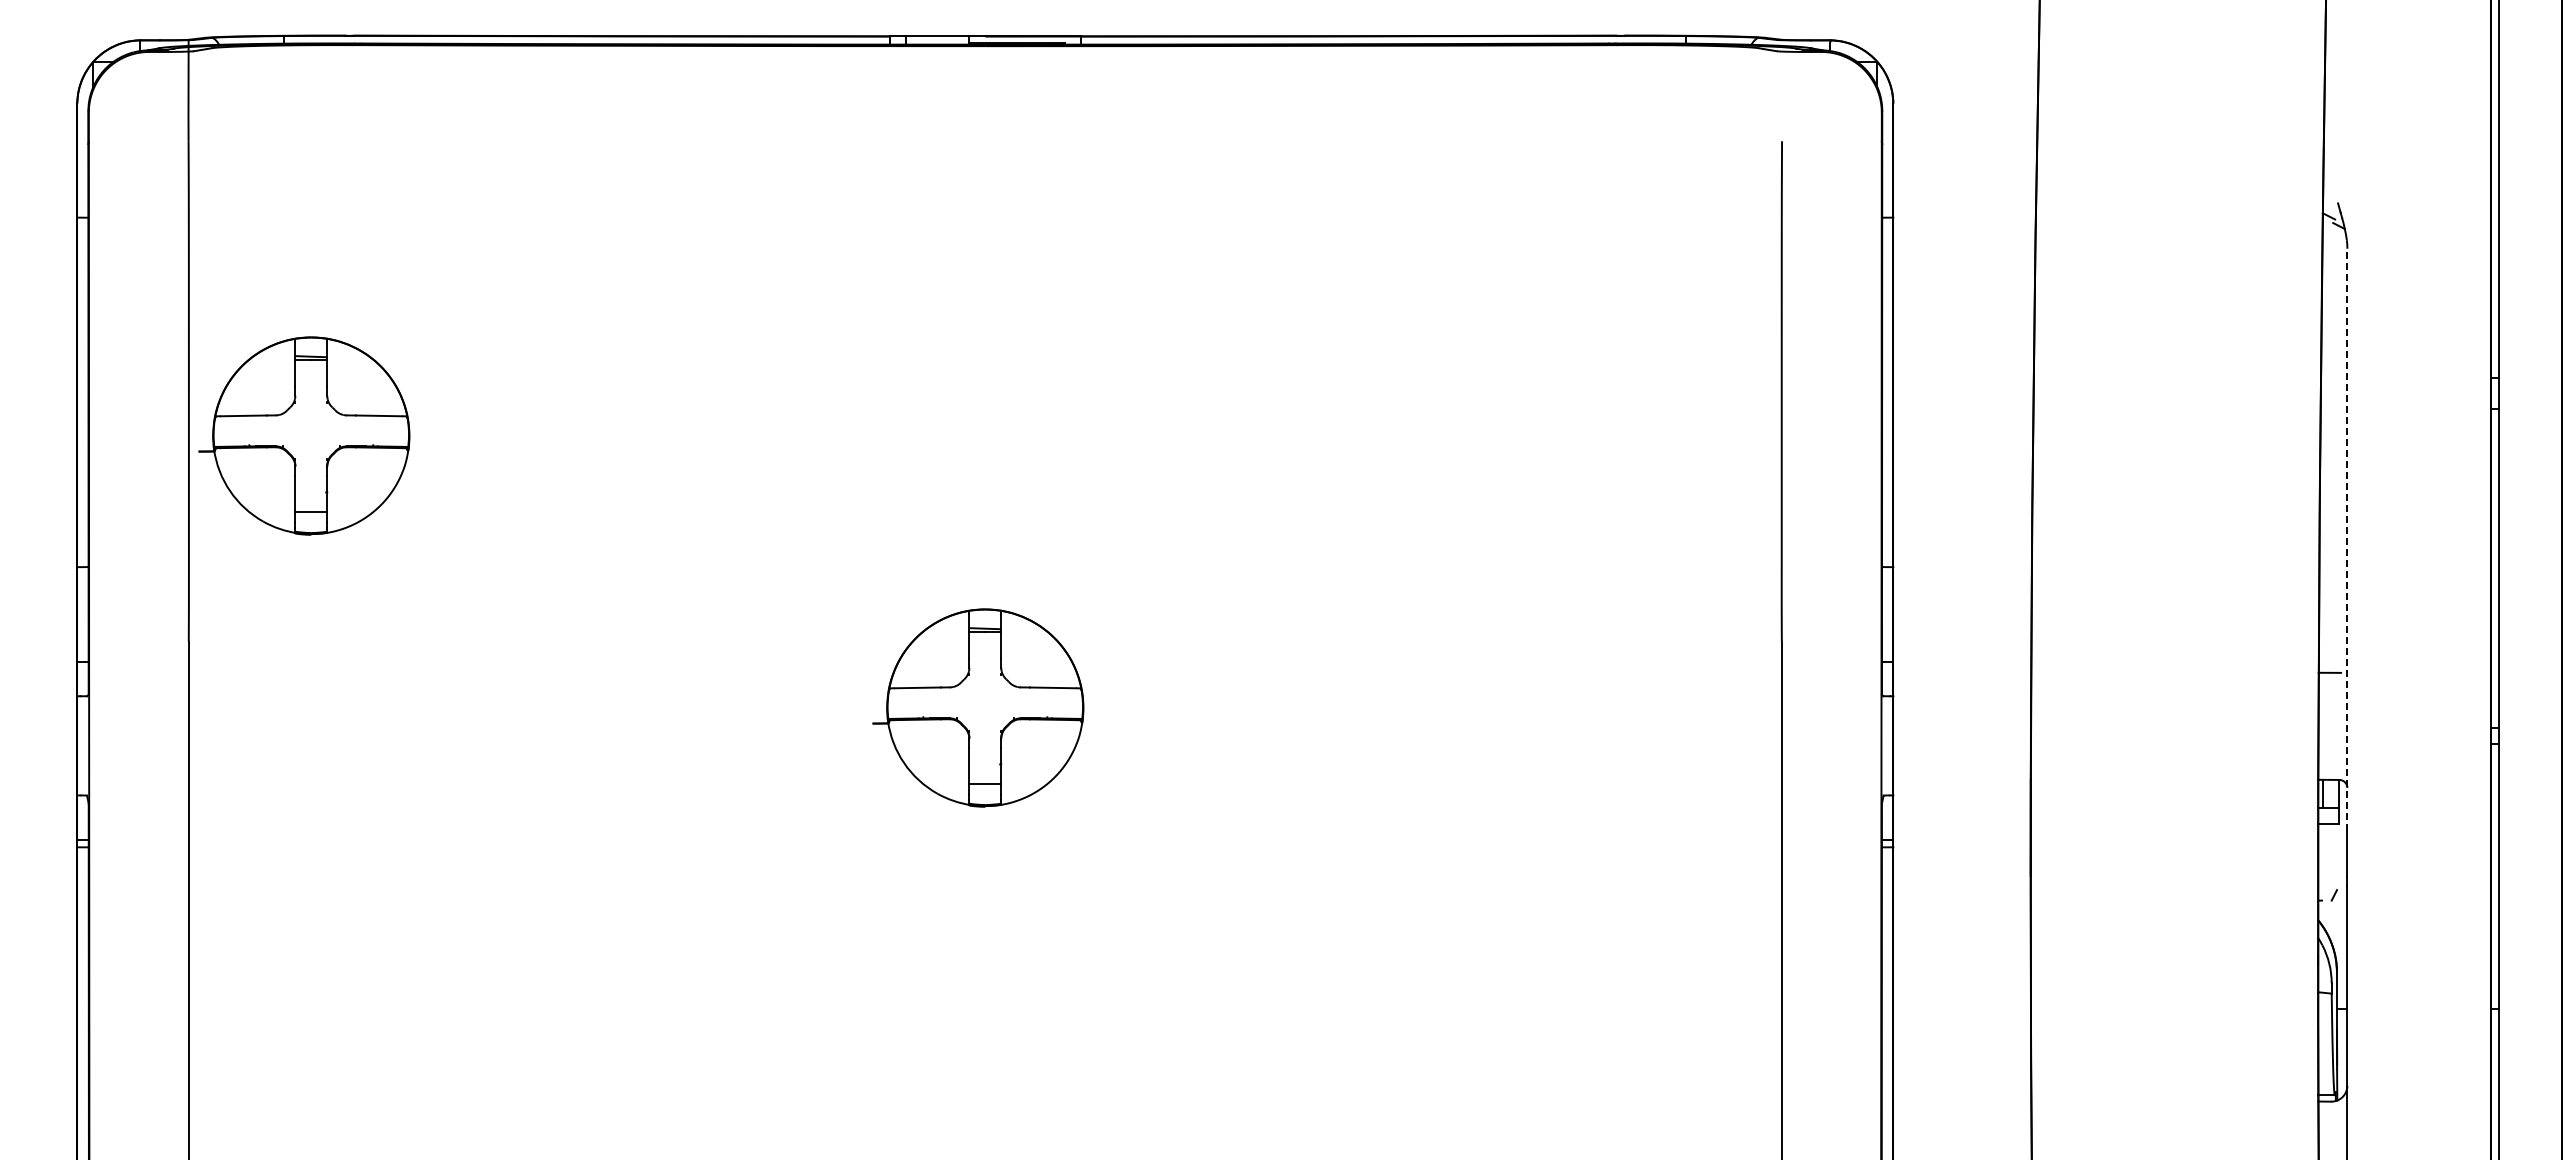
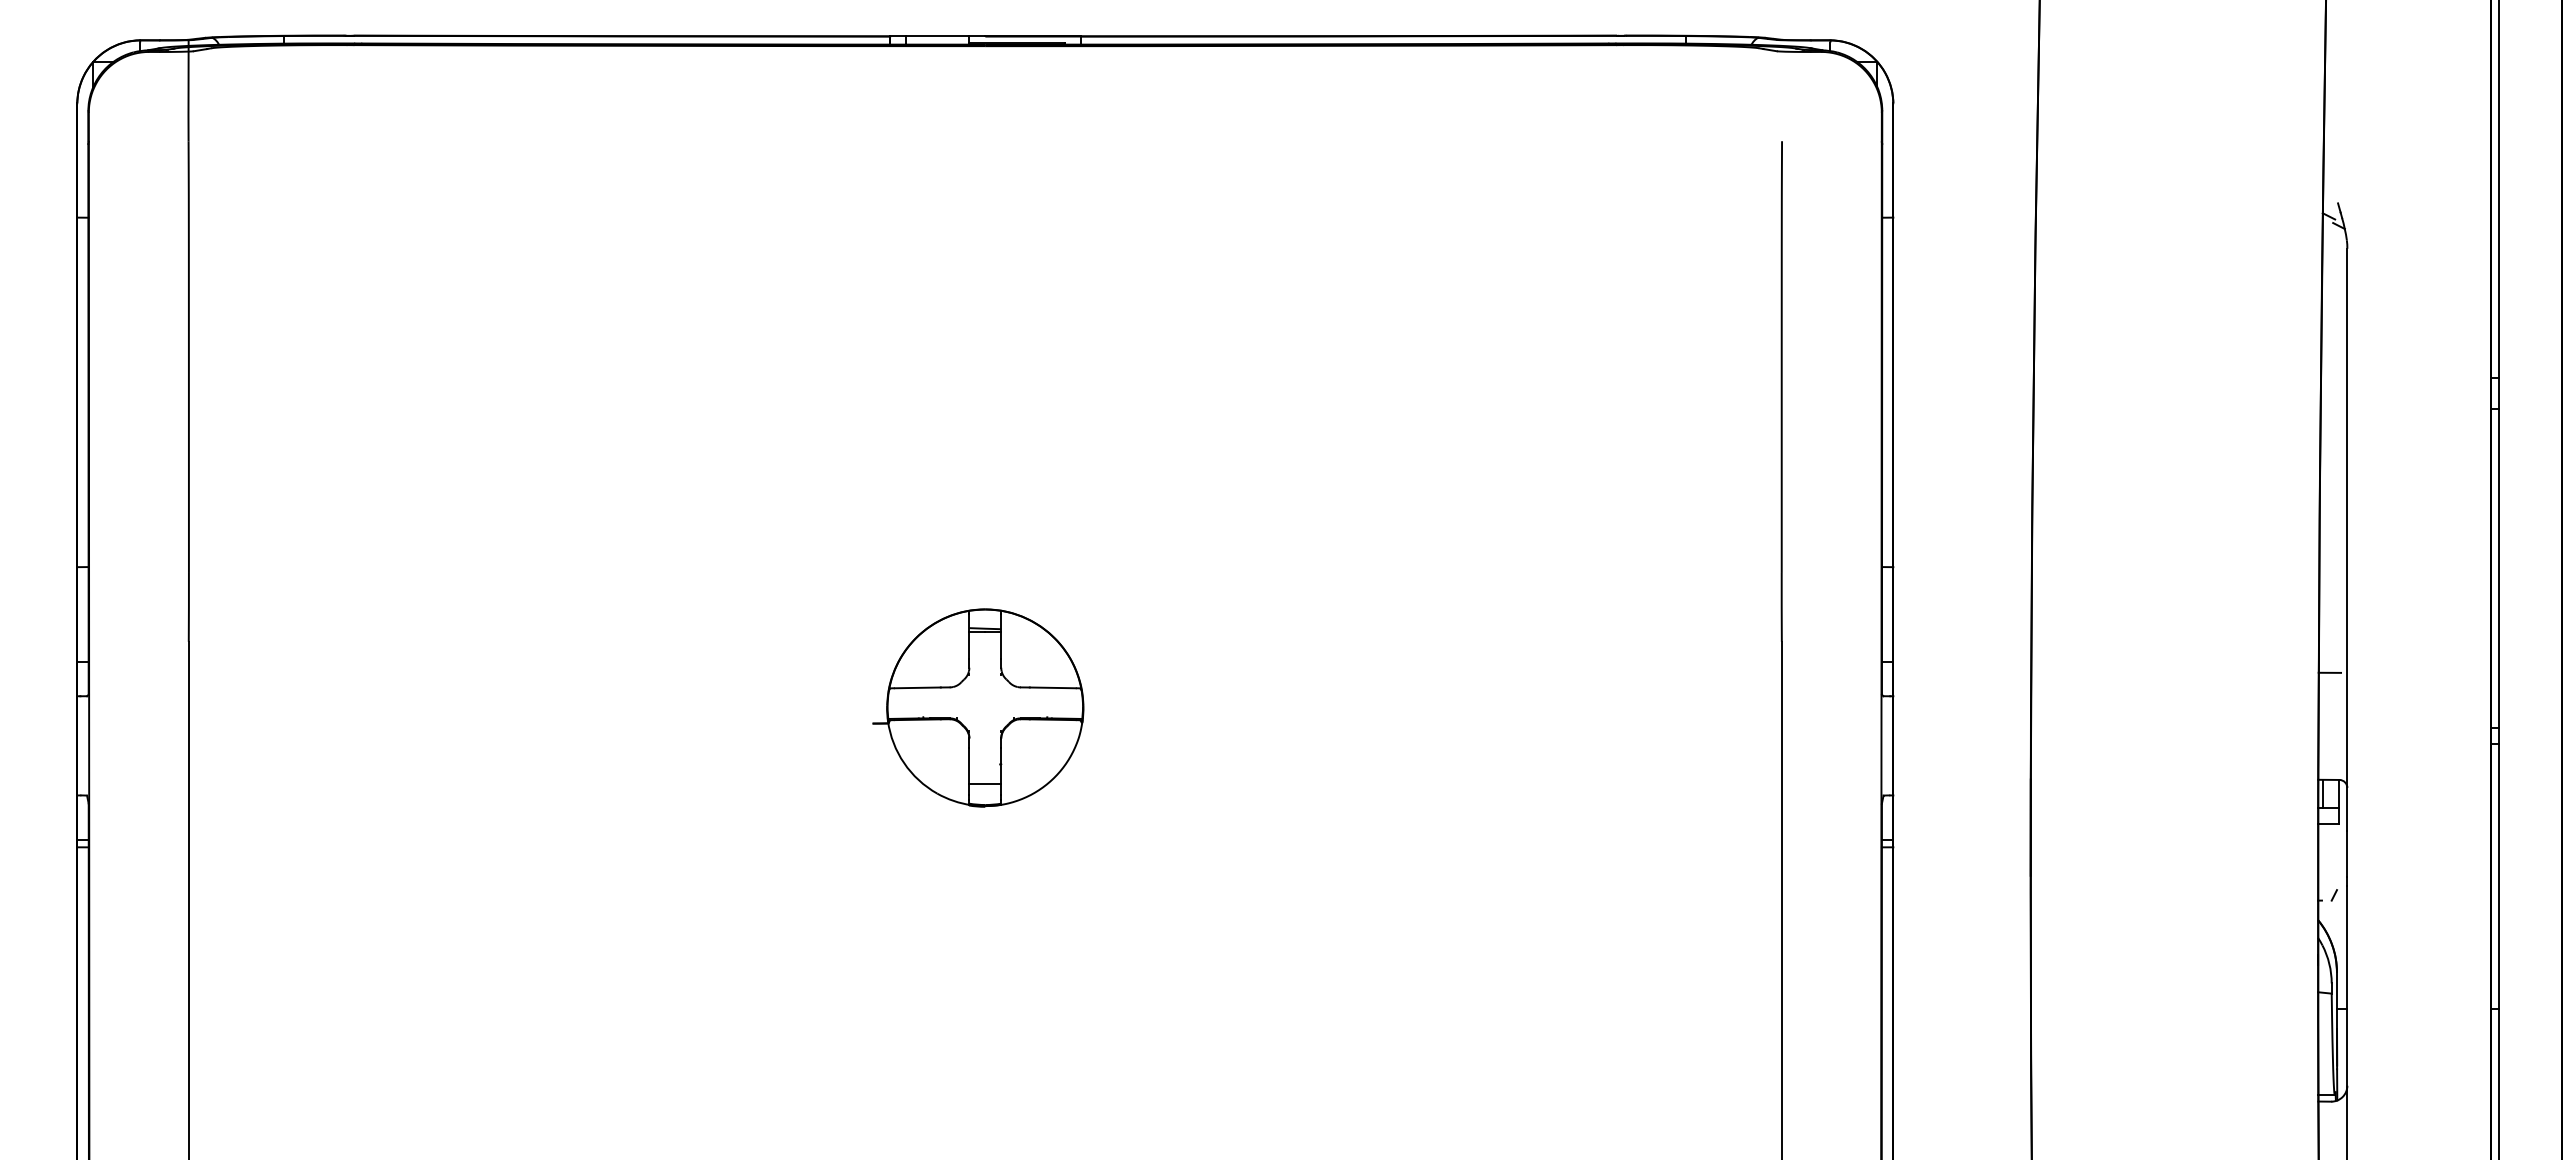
part at (304, 435): present -> none
line at (2347, 539): dashed -> solid
